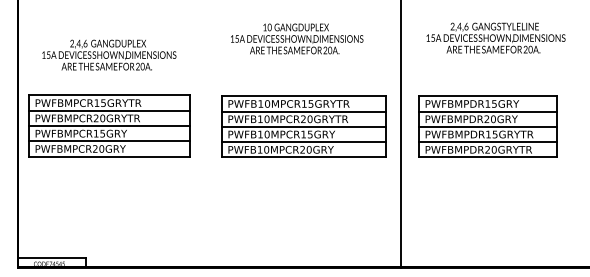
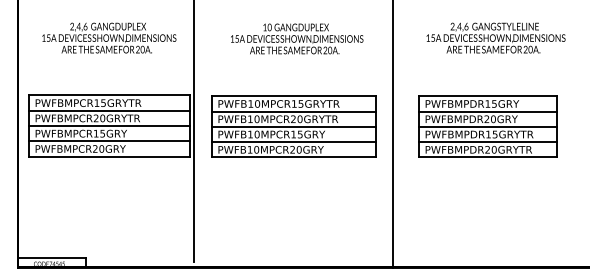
text at (109, 54) position: (109, 54) -> (109, 37)
part at (303, 126) position: (303, 126) -> (293, 126)
line at (194, 132): none -> present
line at (400, 135) position: (400, 135) -> (392, 135)
